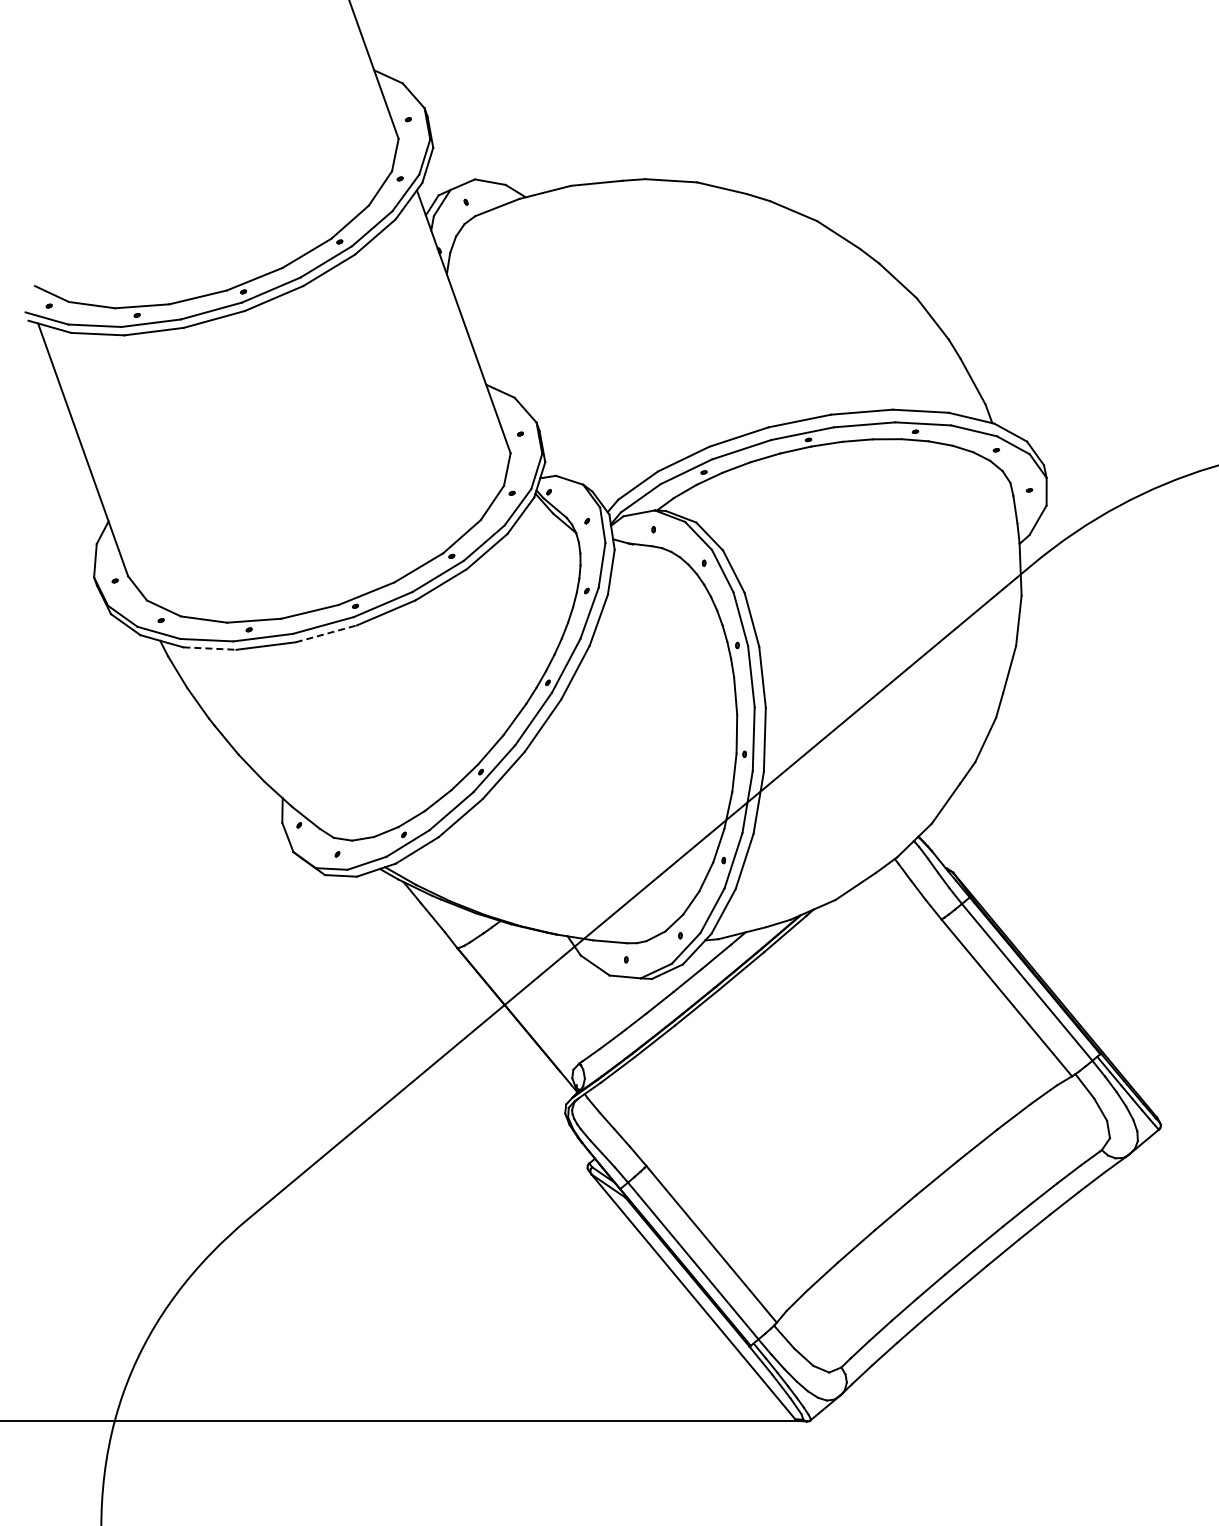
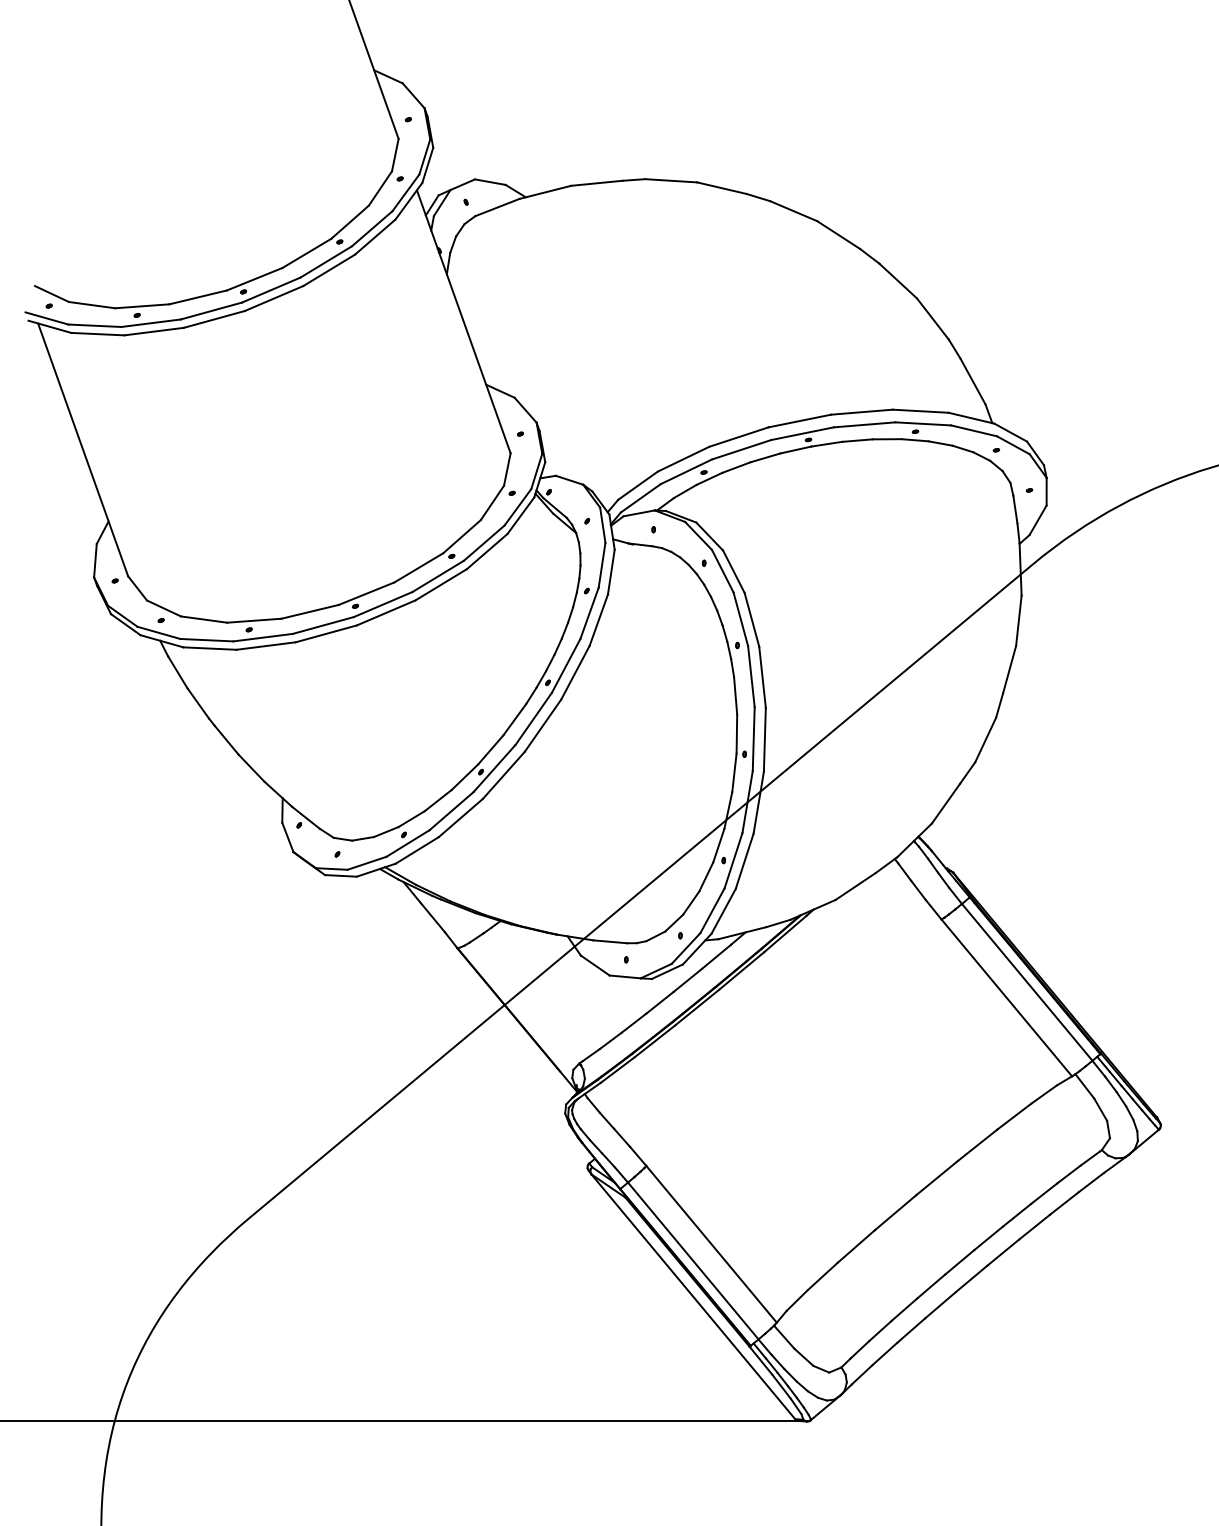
line at (326, 633): dashed -> solid
line at (209, 648): dashed -> solid
